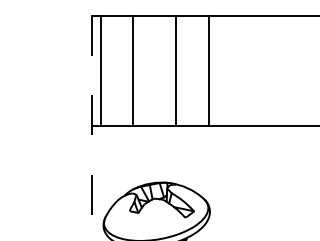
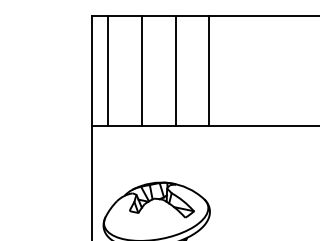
line at (100, 70) position: (100, 70) -> (107, 70)
line at (132, 70) position: (132, 70) -> (141, 70)
line at (91, 128): dashed -> solid
